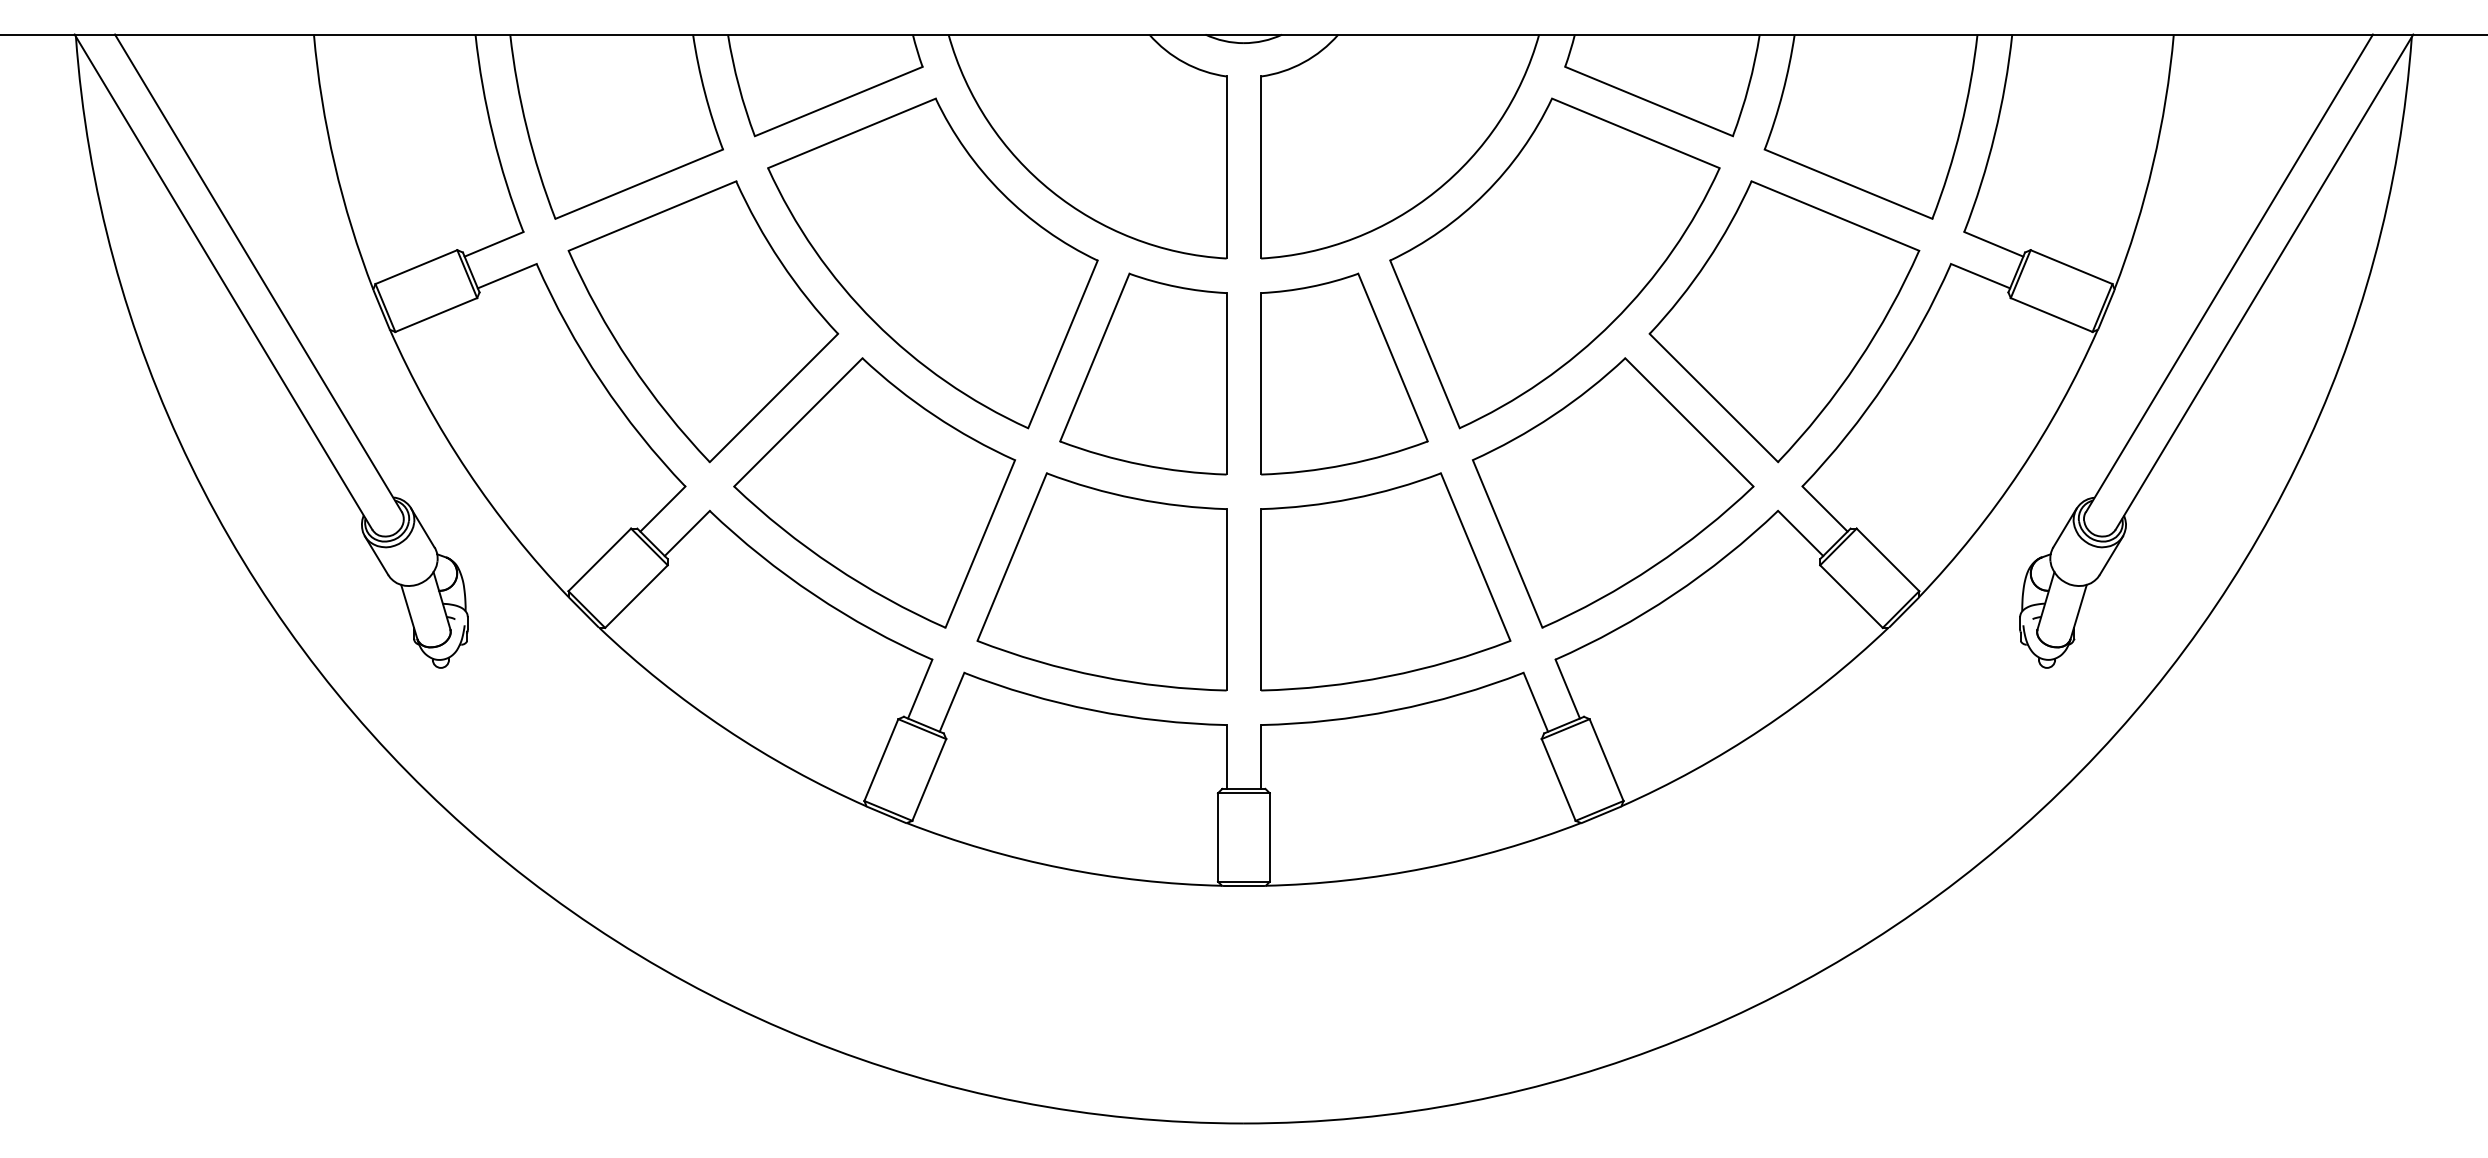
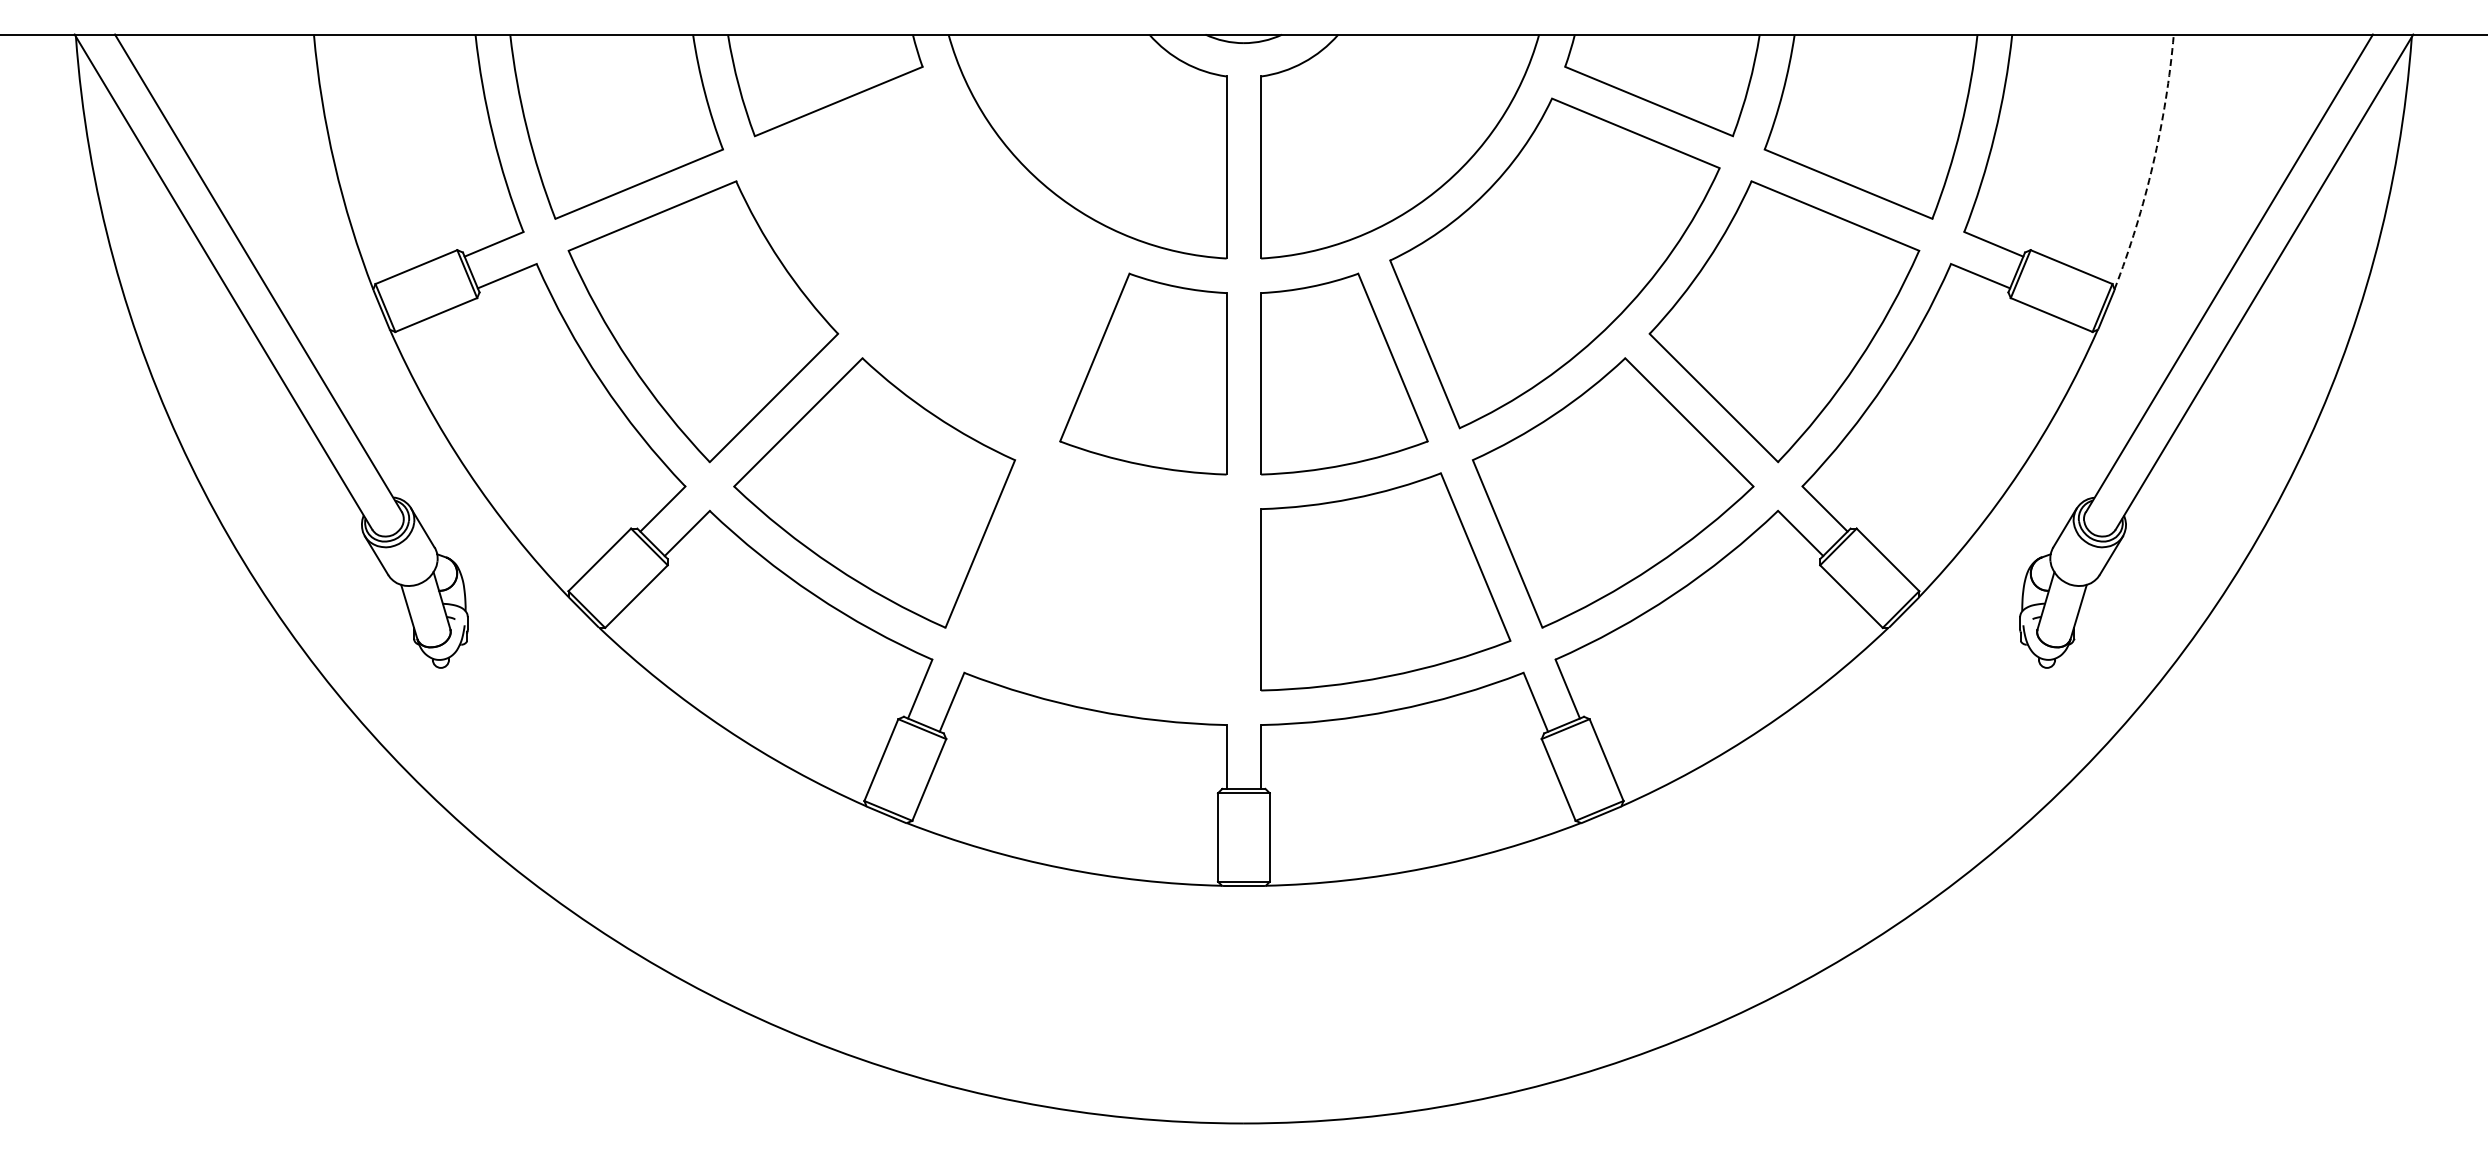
arc at (2153, 164): solid -> dashed
part at (932, 263): present -> none
part at (1101, 581): present -> none
